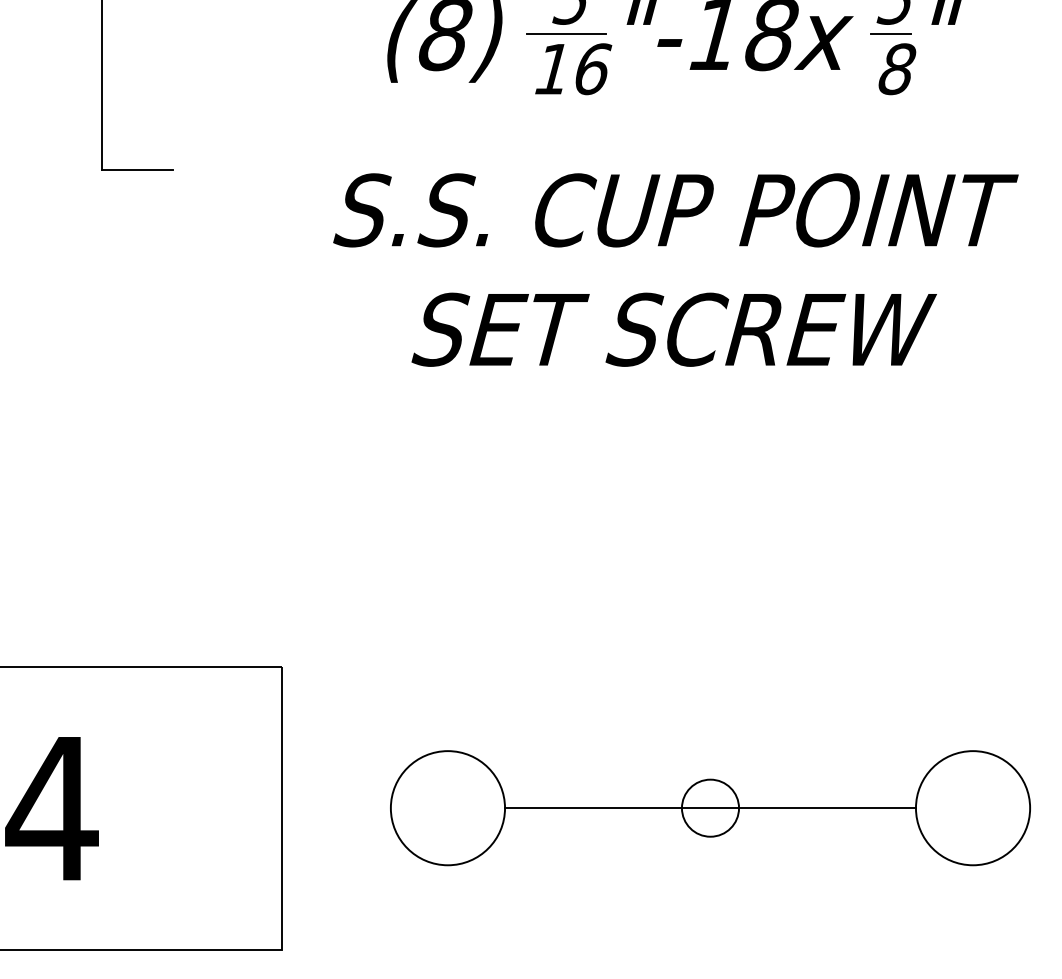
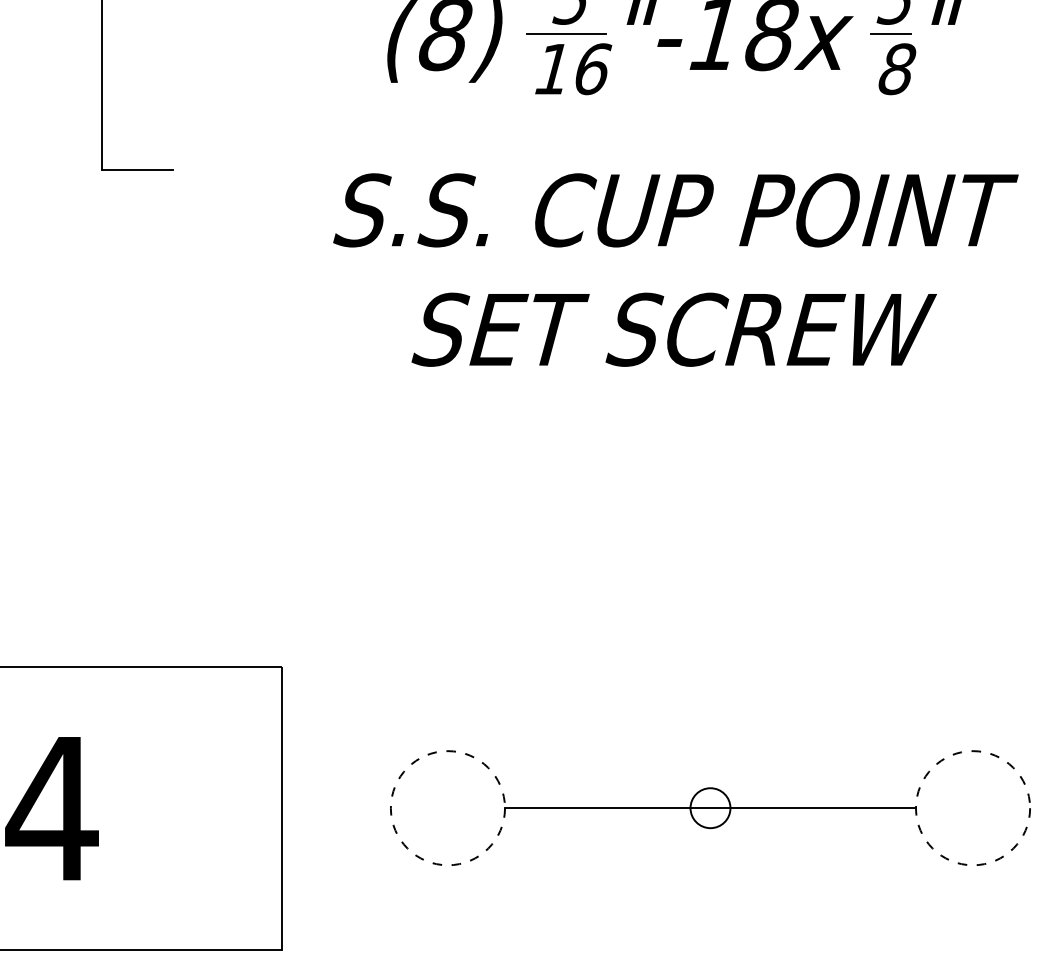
circle at (710, 807) diameter: 57 px -> 40 px
circle at (447, 808): solid -> dashed
circle at (972, 808): solid -> dashed
